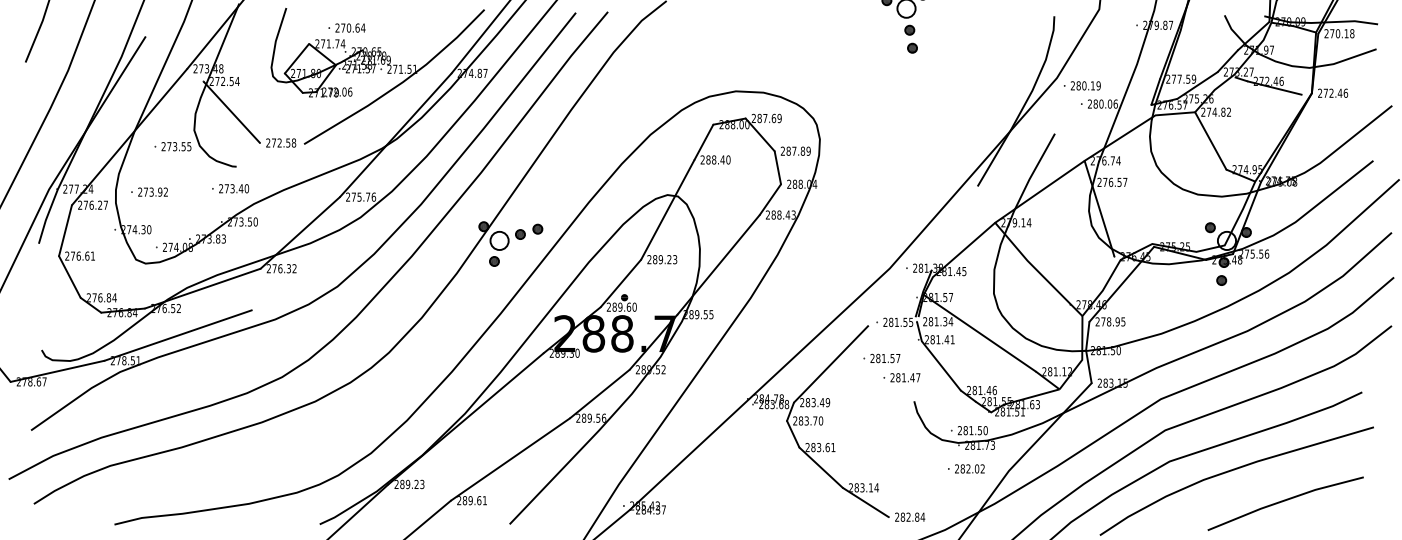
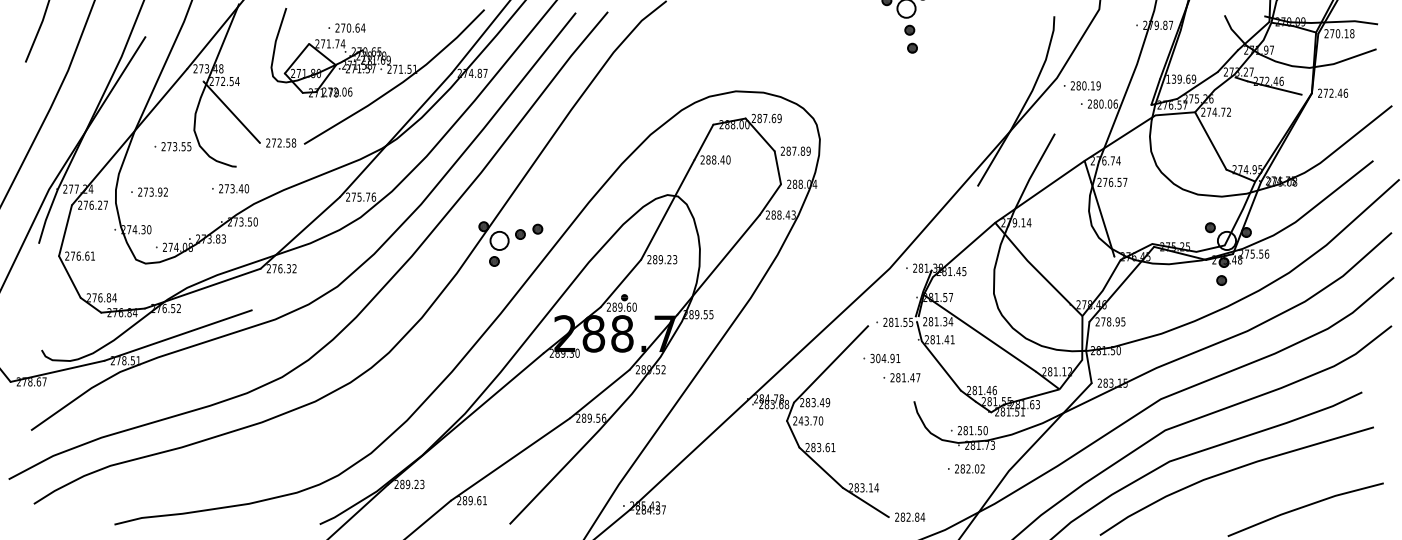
text at (1178, 78): 277.59 -> 139.69
text at (1223, 111): 274.82 -> 274.72
text at (885, 358): 281.57 -> 304.91
text at (800, 420): 283.70 -> 243.70
line at (1285, 501) position: (1285, 501) -> (1305, 507)
